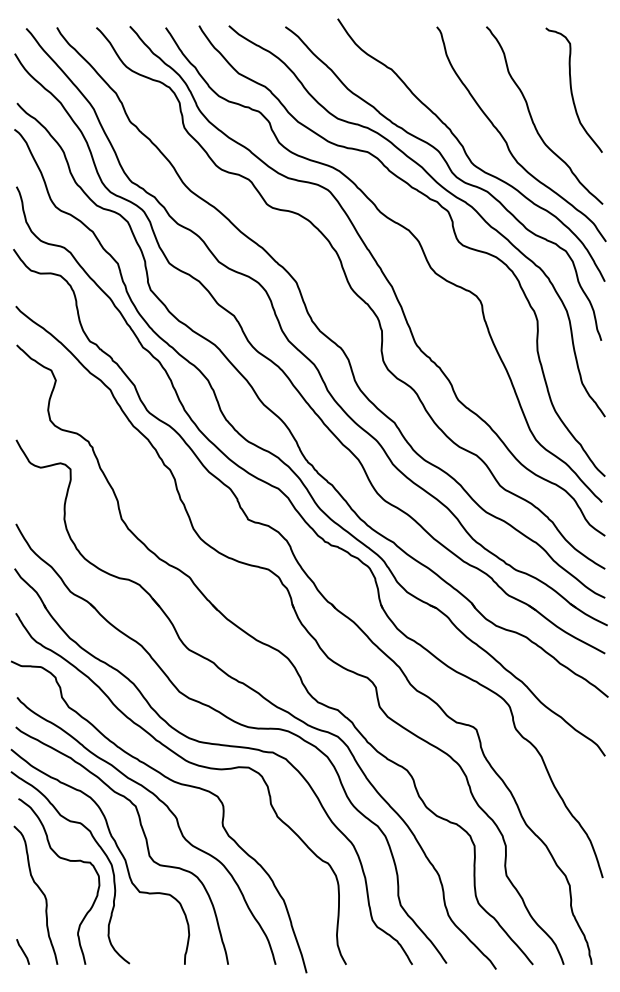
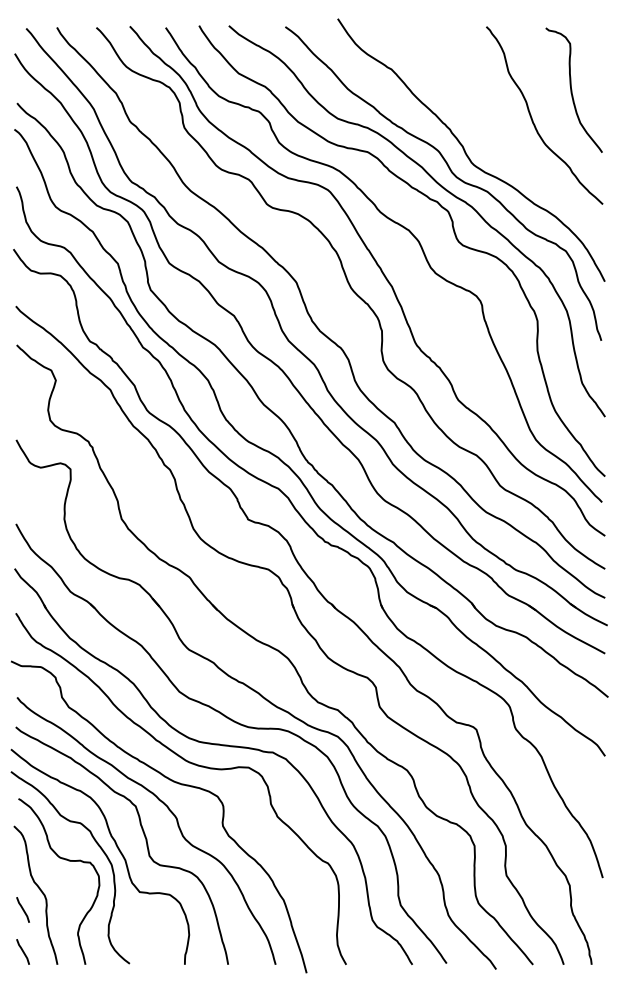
curve at (507, 142): present -> none
line at (22, 909): none -> present
